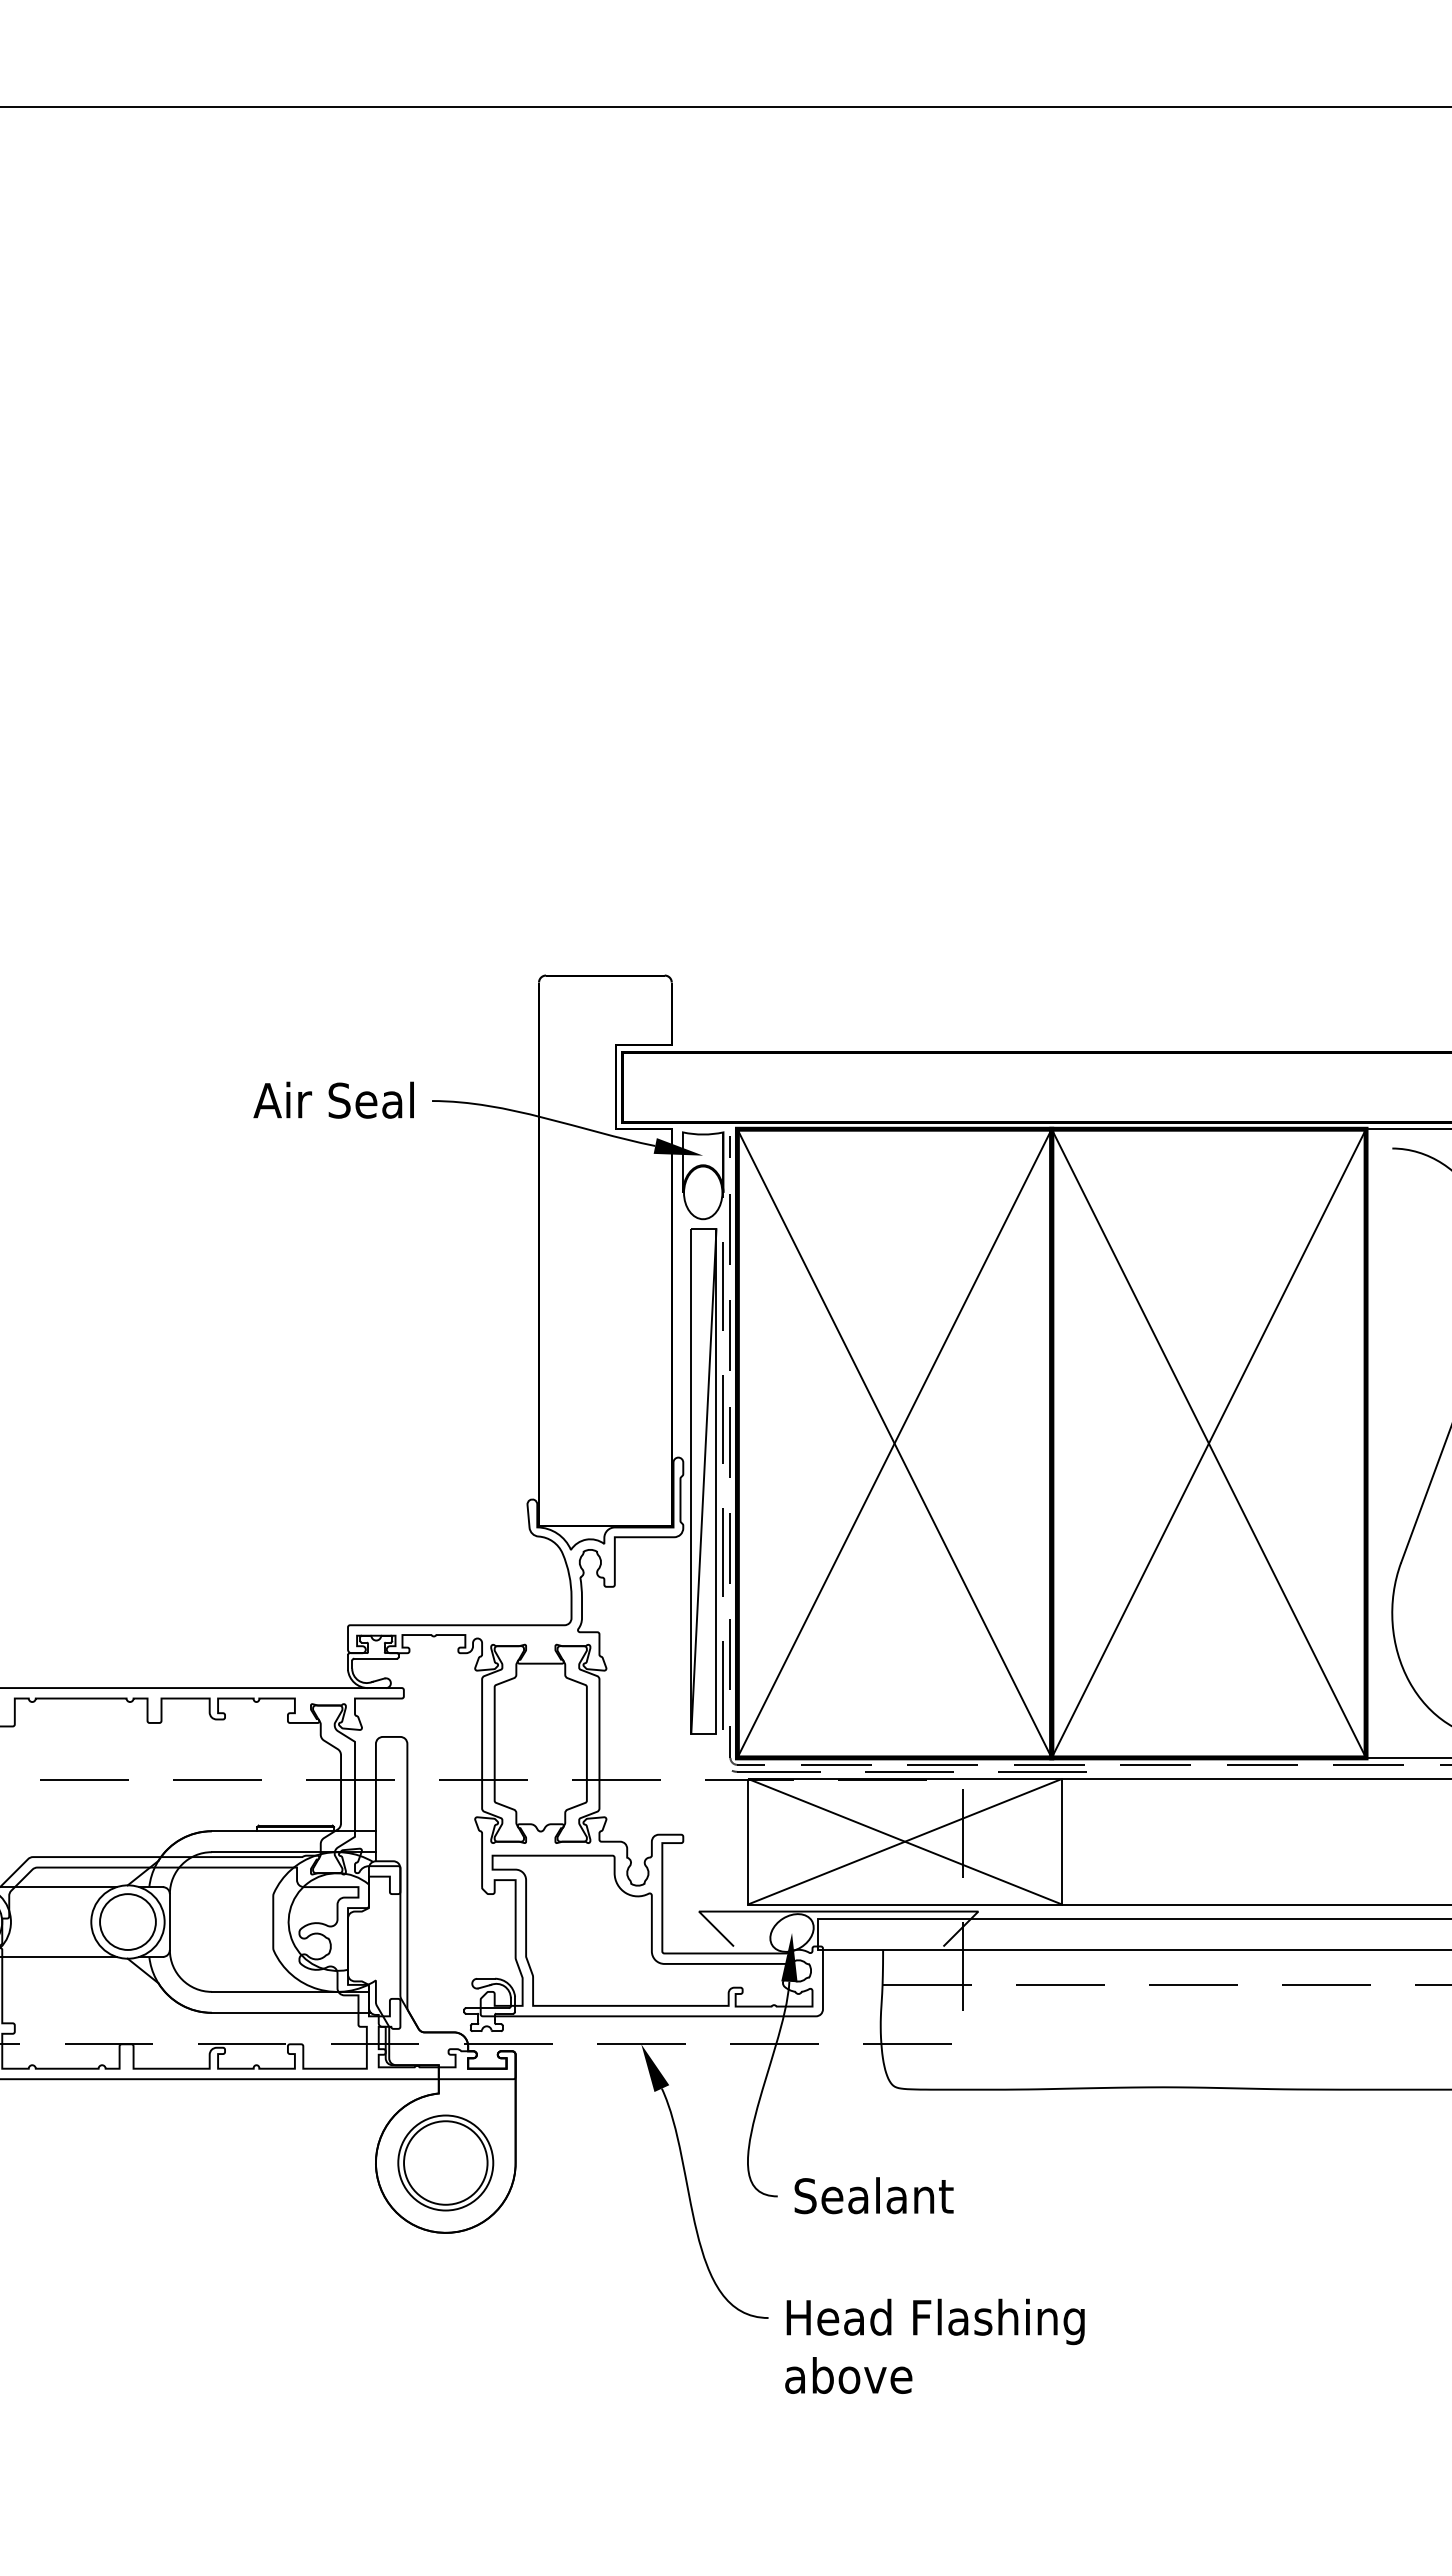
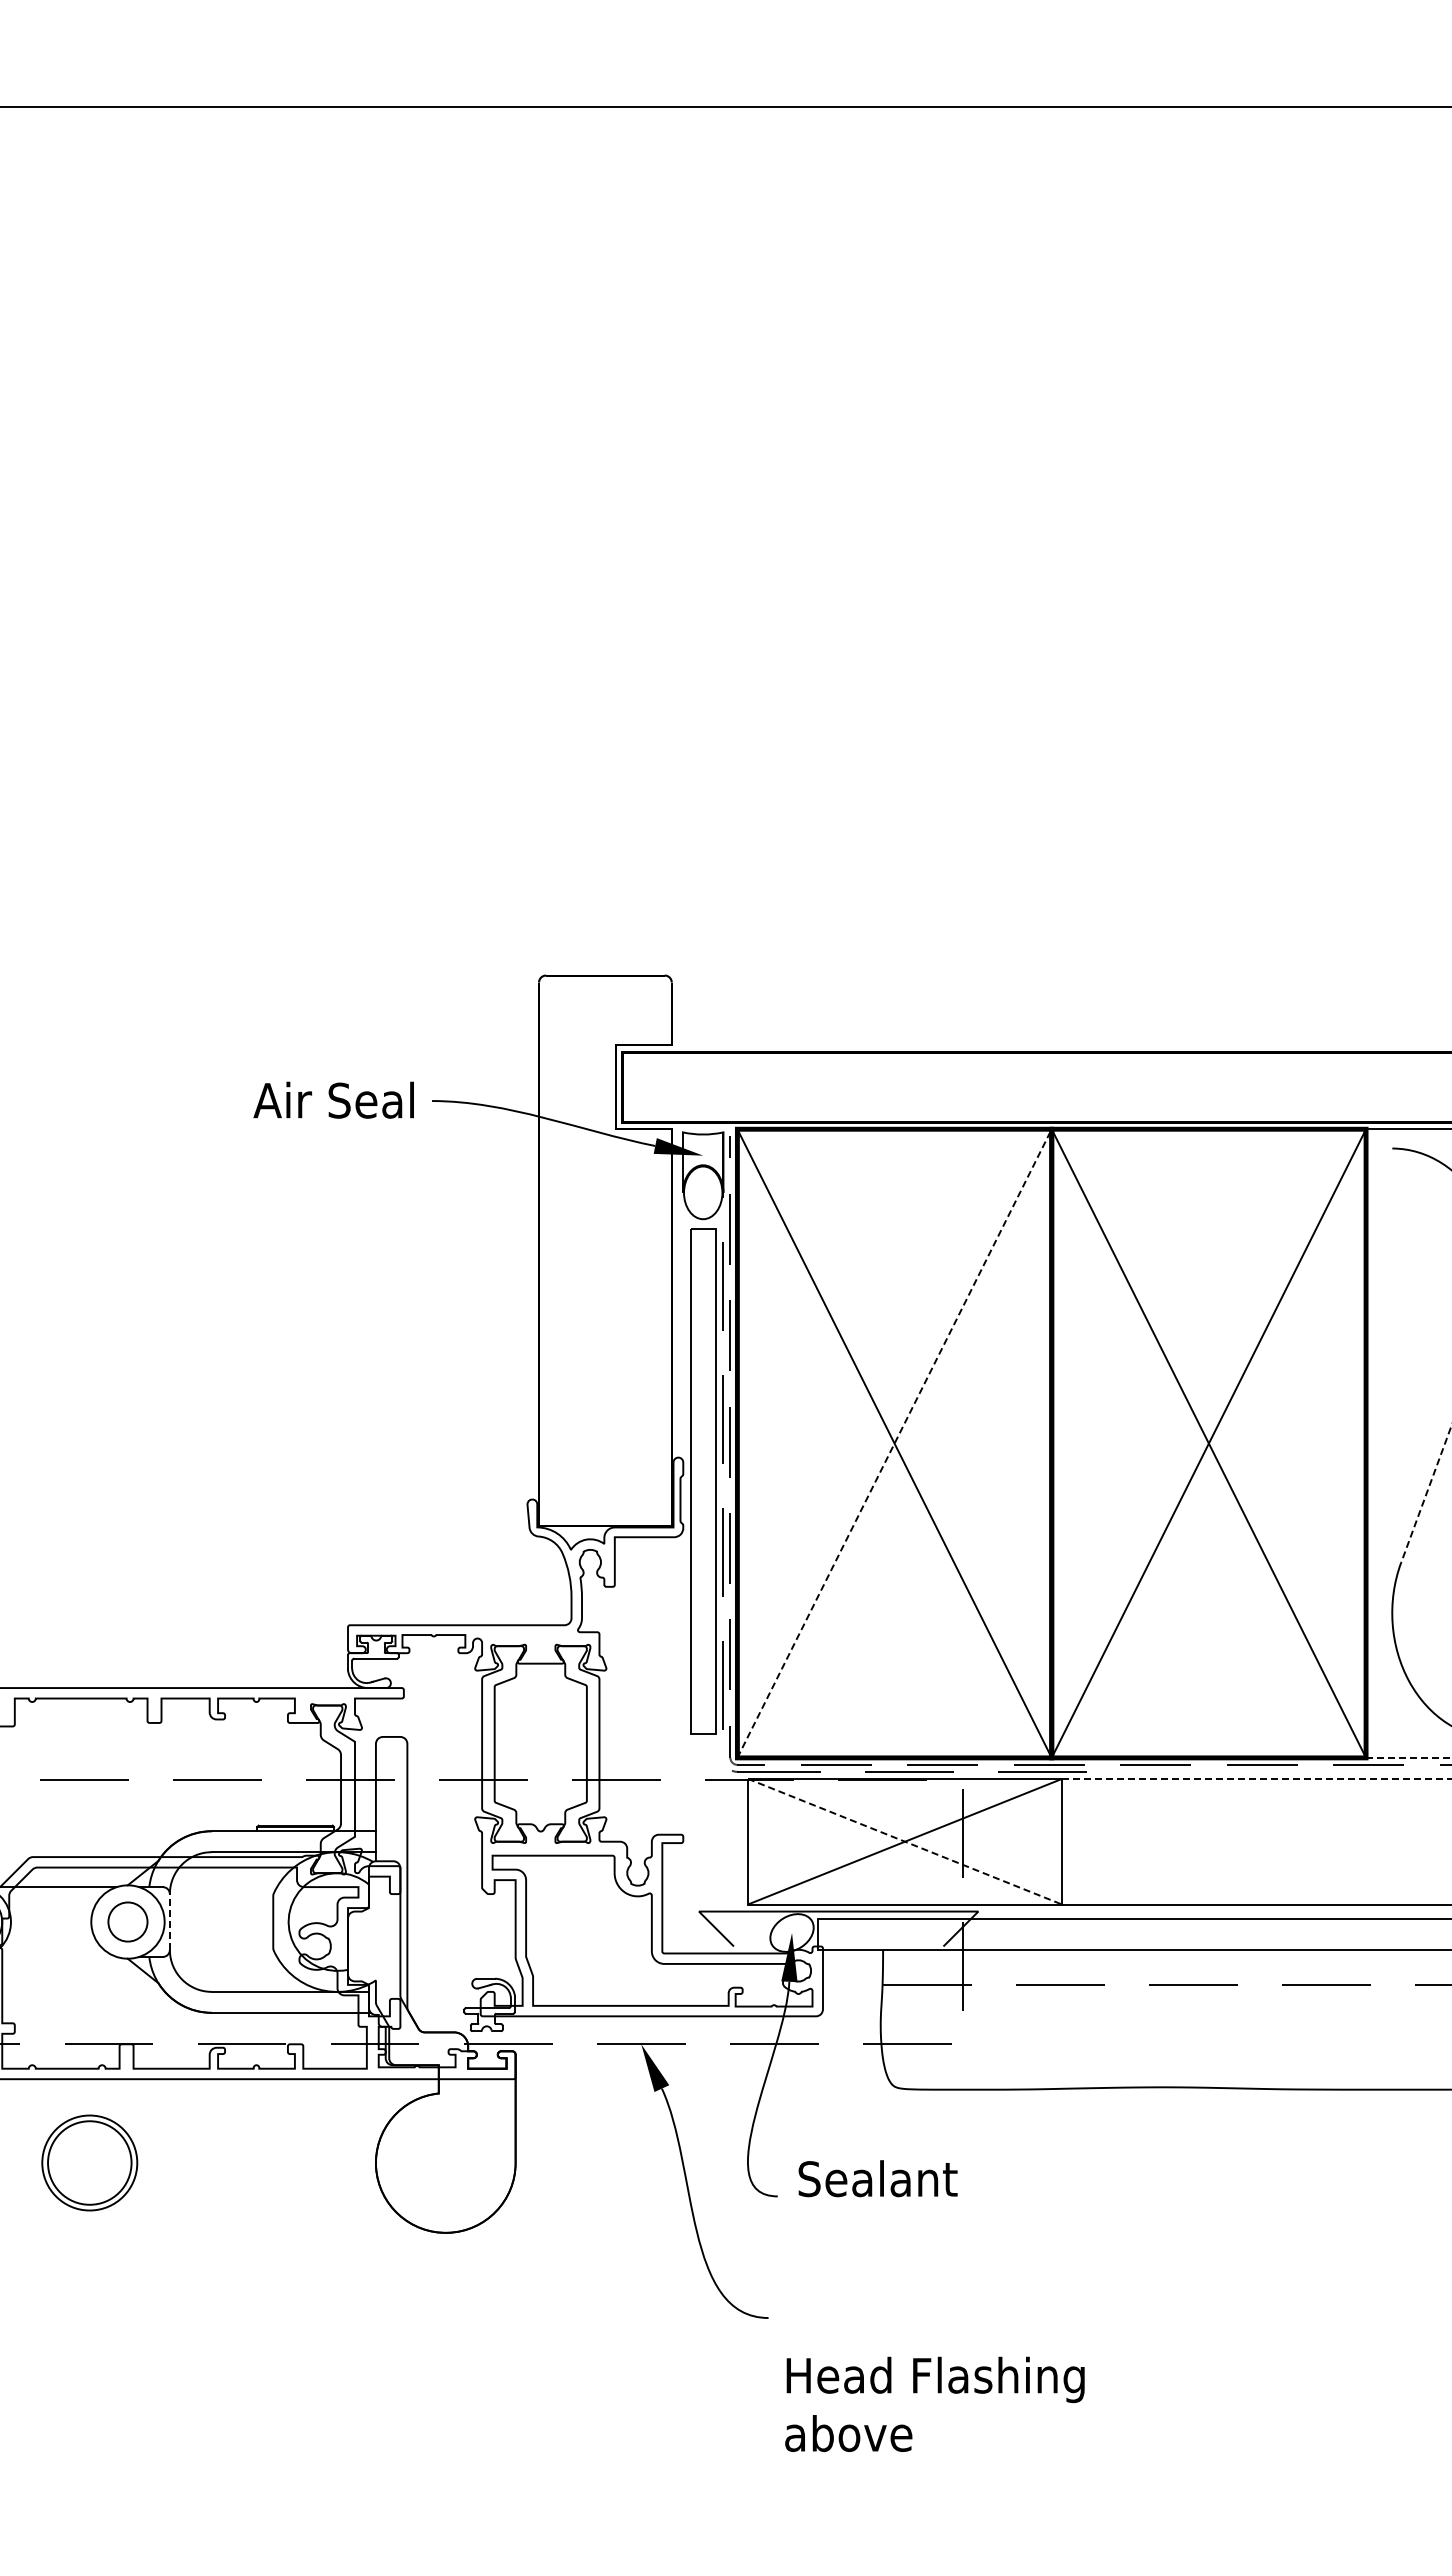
line at (894, 1443): solid -> dashed
line at (703, 1481): present -> none
line at (1426, 1494): solid -> dashed
line at (1409, 1757): solid -> dashed
line at (1257, 1778): solid -> dashed
line at (905, 1841): solid -> dashed
circle at (127, 1921) diameter: 56 px -> 39 px
line at (169, 1922): solid -> dashed
line at (59, 1956): present -> none
part at (445, 2162) position: (445, 2162) -> (89, 2162)
text at (873, 2195) position: (873, 2195) -> (877, 2178)
text at (934, 2345) position: (934, 2345) -> (934, 2403)
